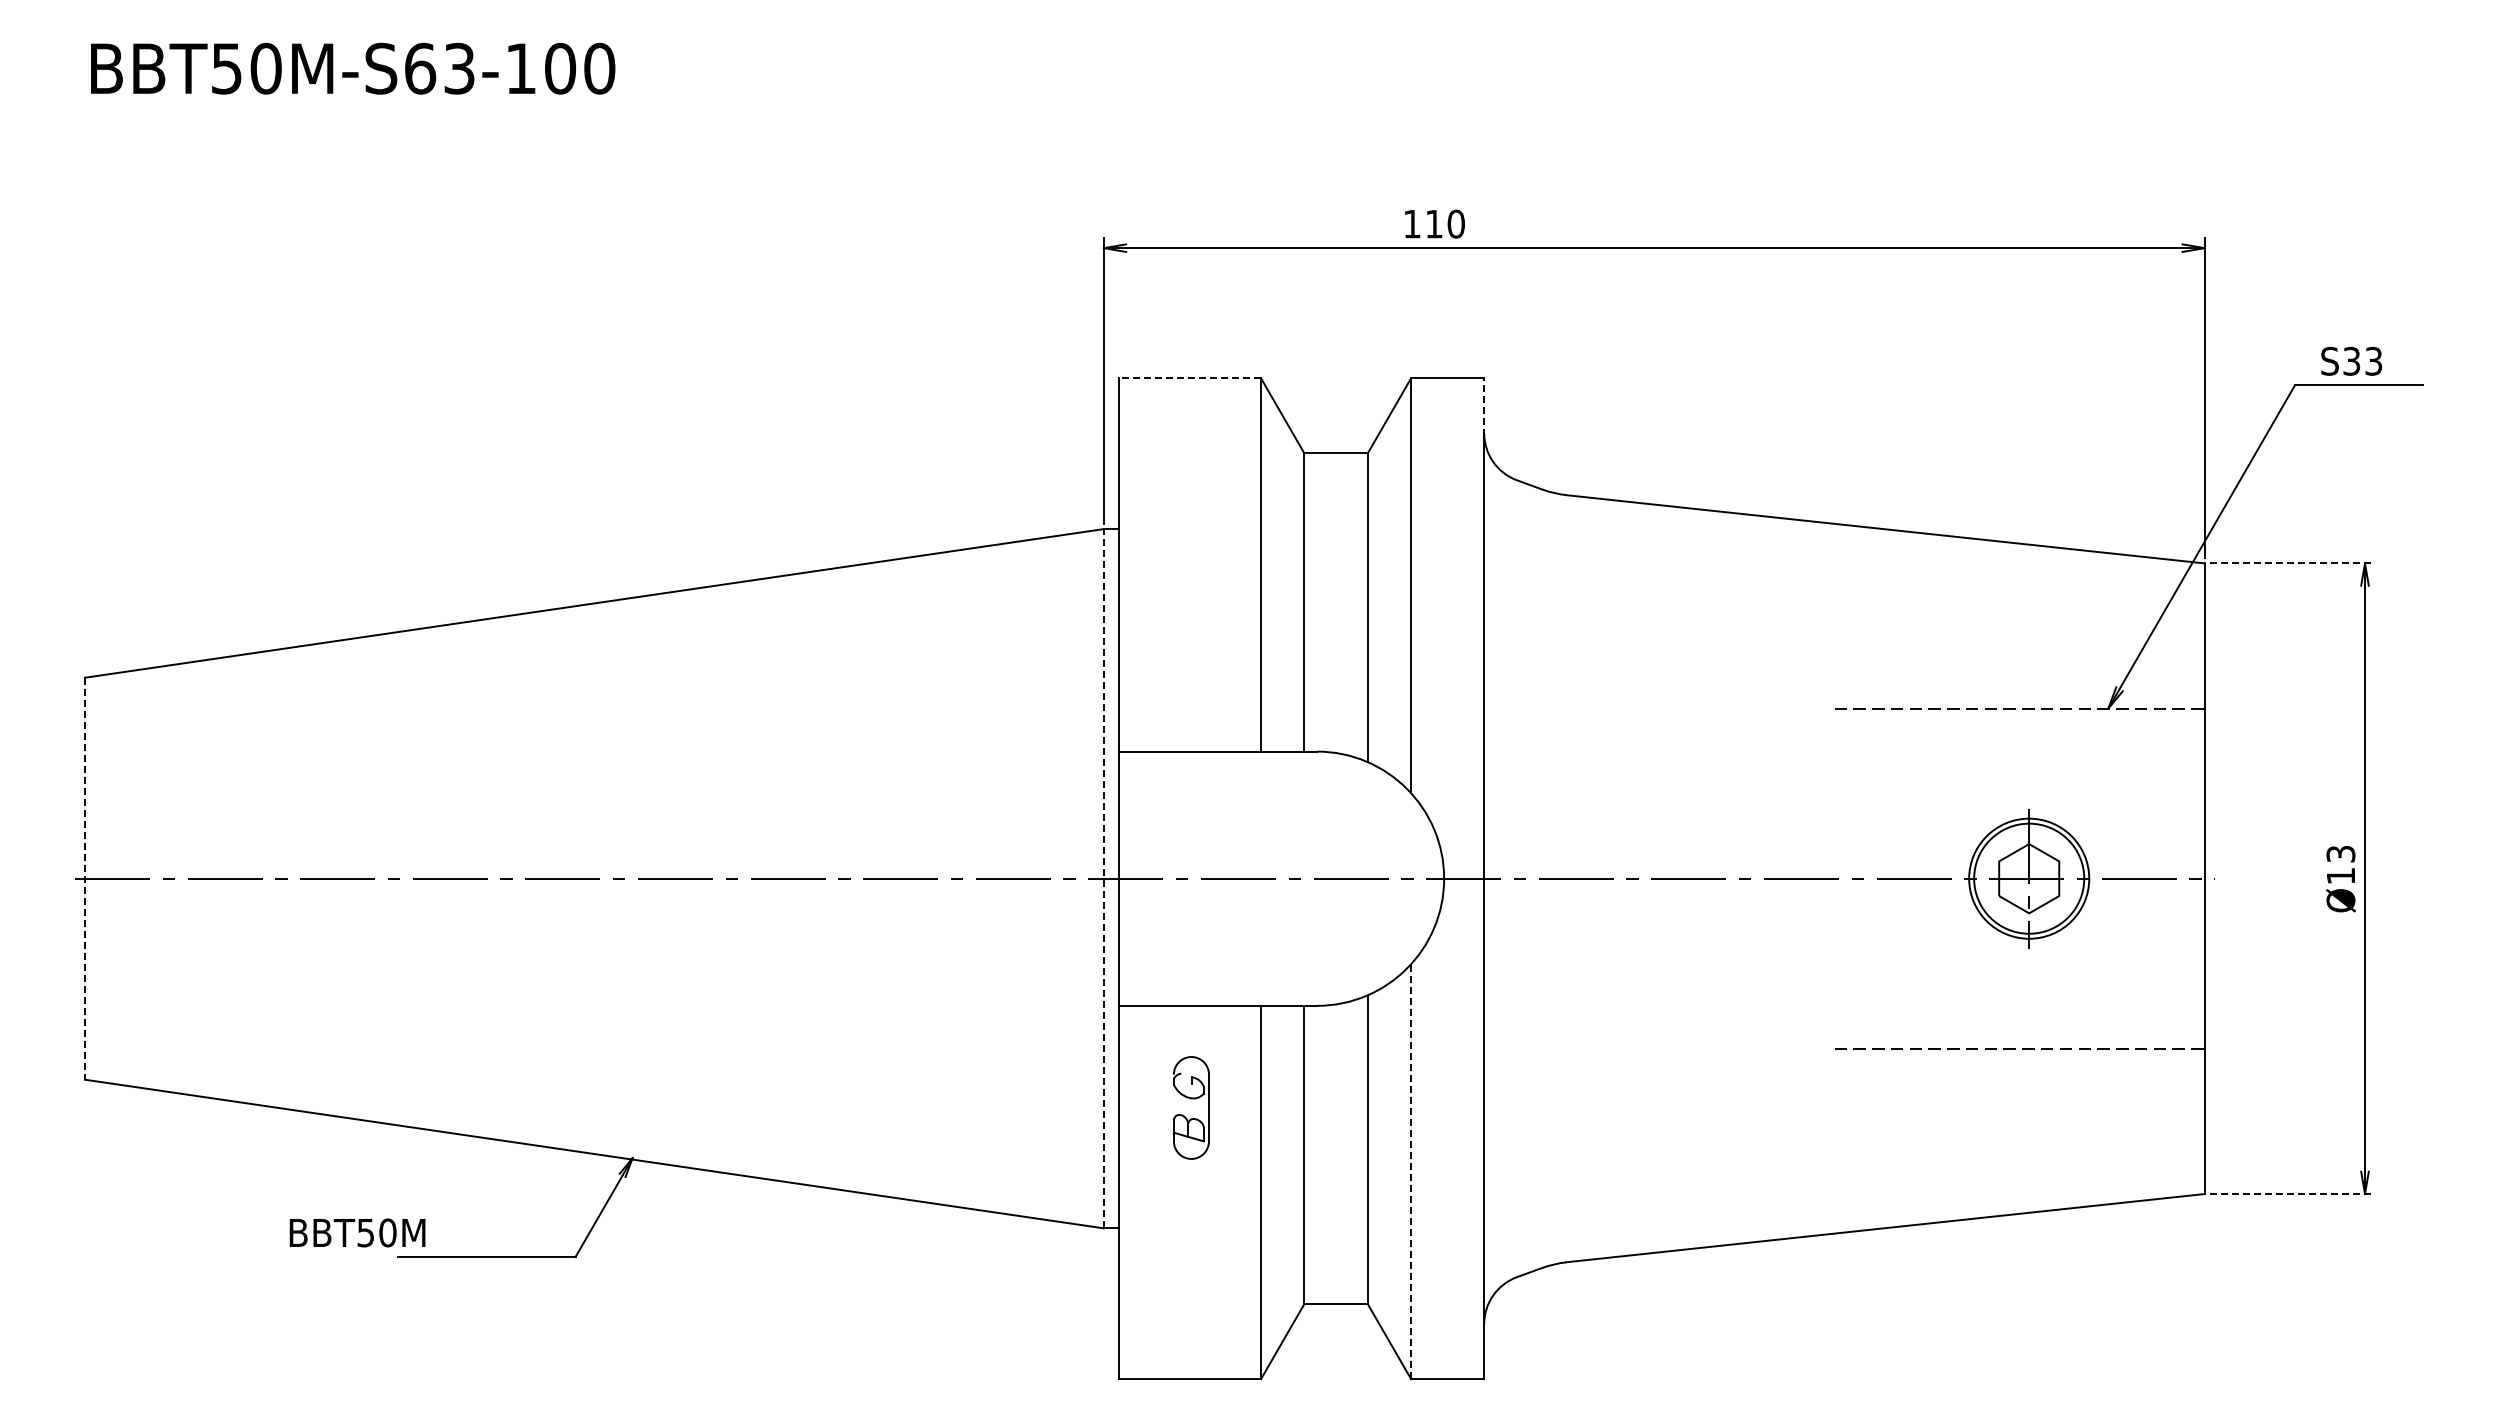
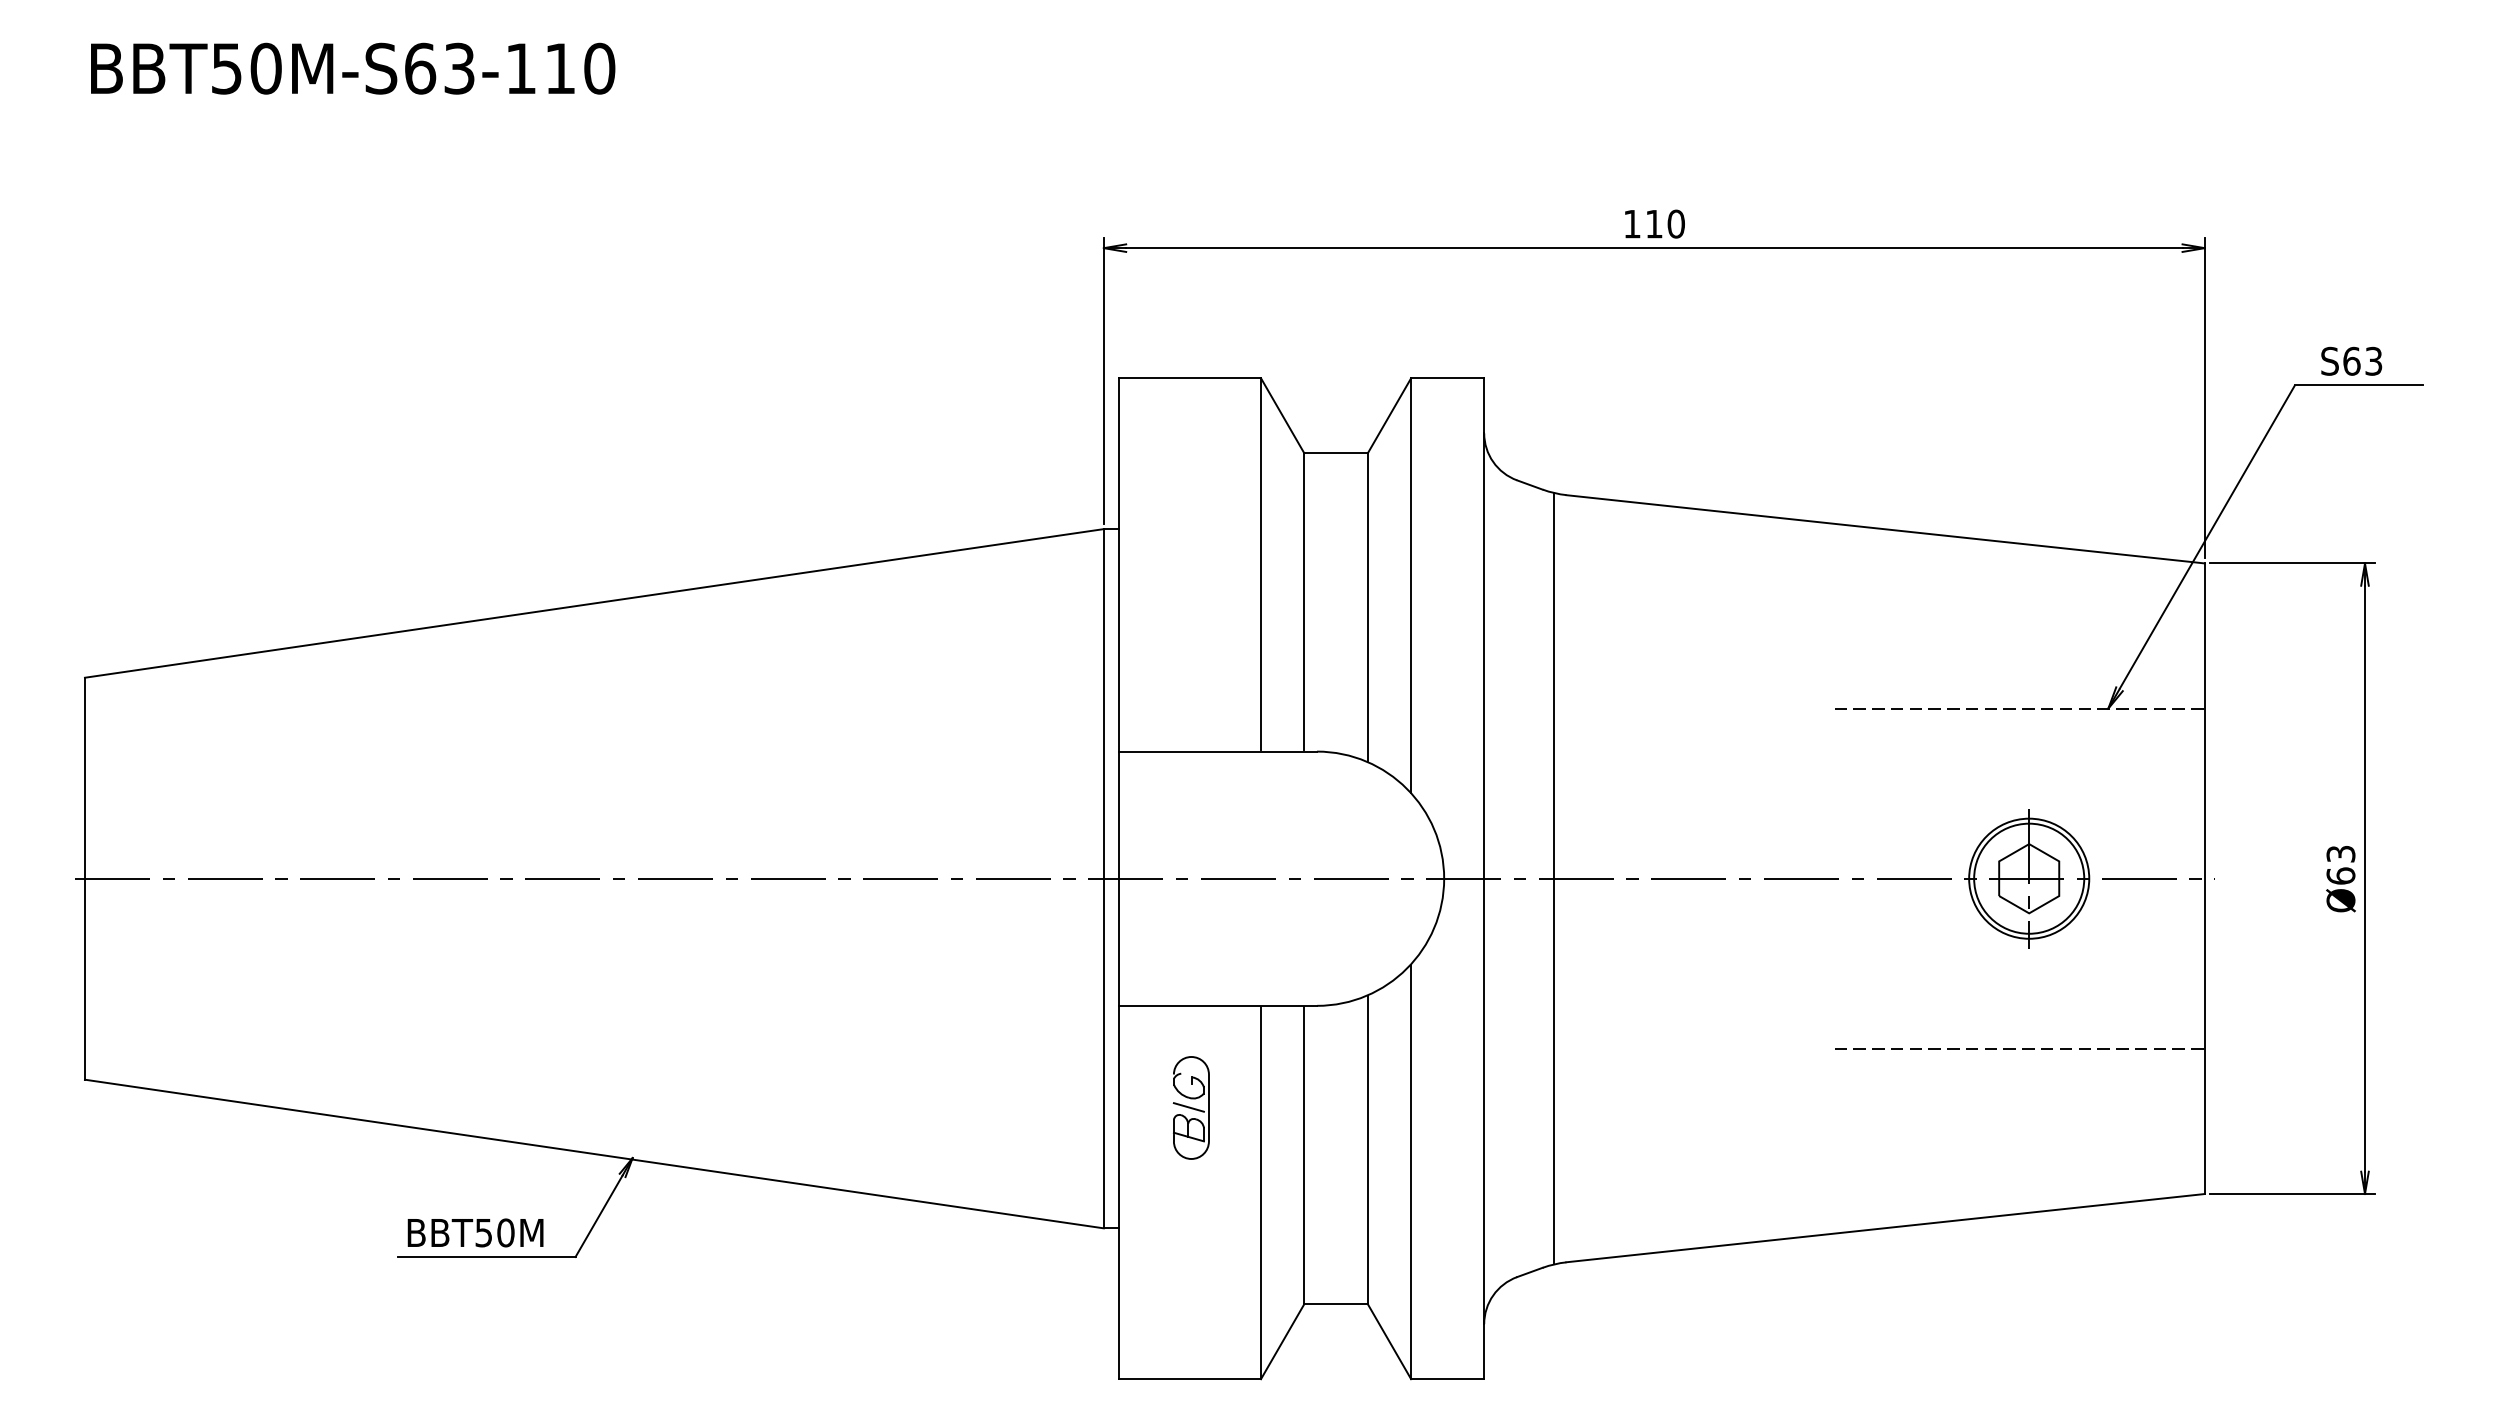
text at (560, 68): BBT50M-S63-100 -> BBT50M-S63-110
text at (1434, 223) position: (1434, 223) -> (1654, 223)
text at (2351, 360): S33 -> S63
line at (1189, 378): dashed -> solid
line at (1484, 406): dashed -> solid
line at (2292, 563): dashed -> solid
text at (2340, 875): 13 -> 63
line at (84, 878): dashed -> solid
line at (1103, 878): dashed -> solid
line at (1554, 878): none -> present
line at (1188, 1107): none -> present
line at (1411, 1171): dashed -> solid
line at (2292, 1194): dashed -> solid
text at (357, 1232) position: (357, 1232) -> (475, 1232)
